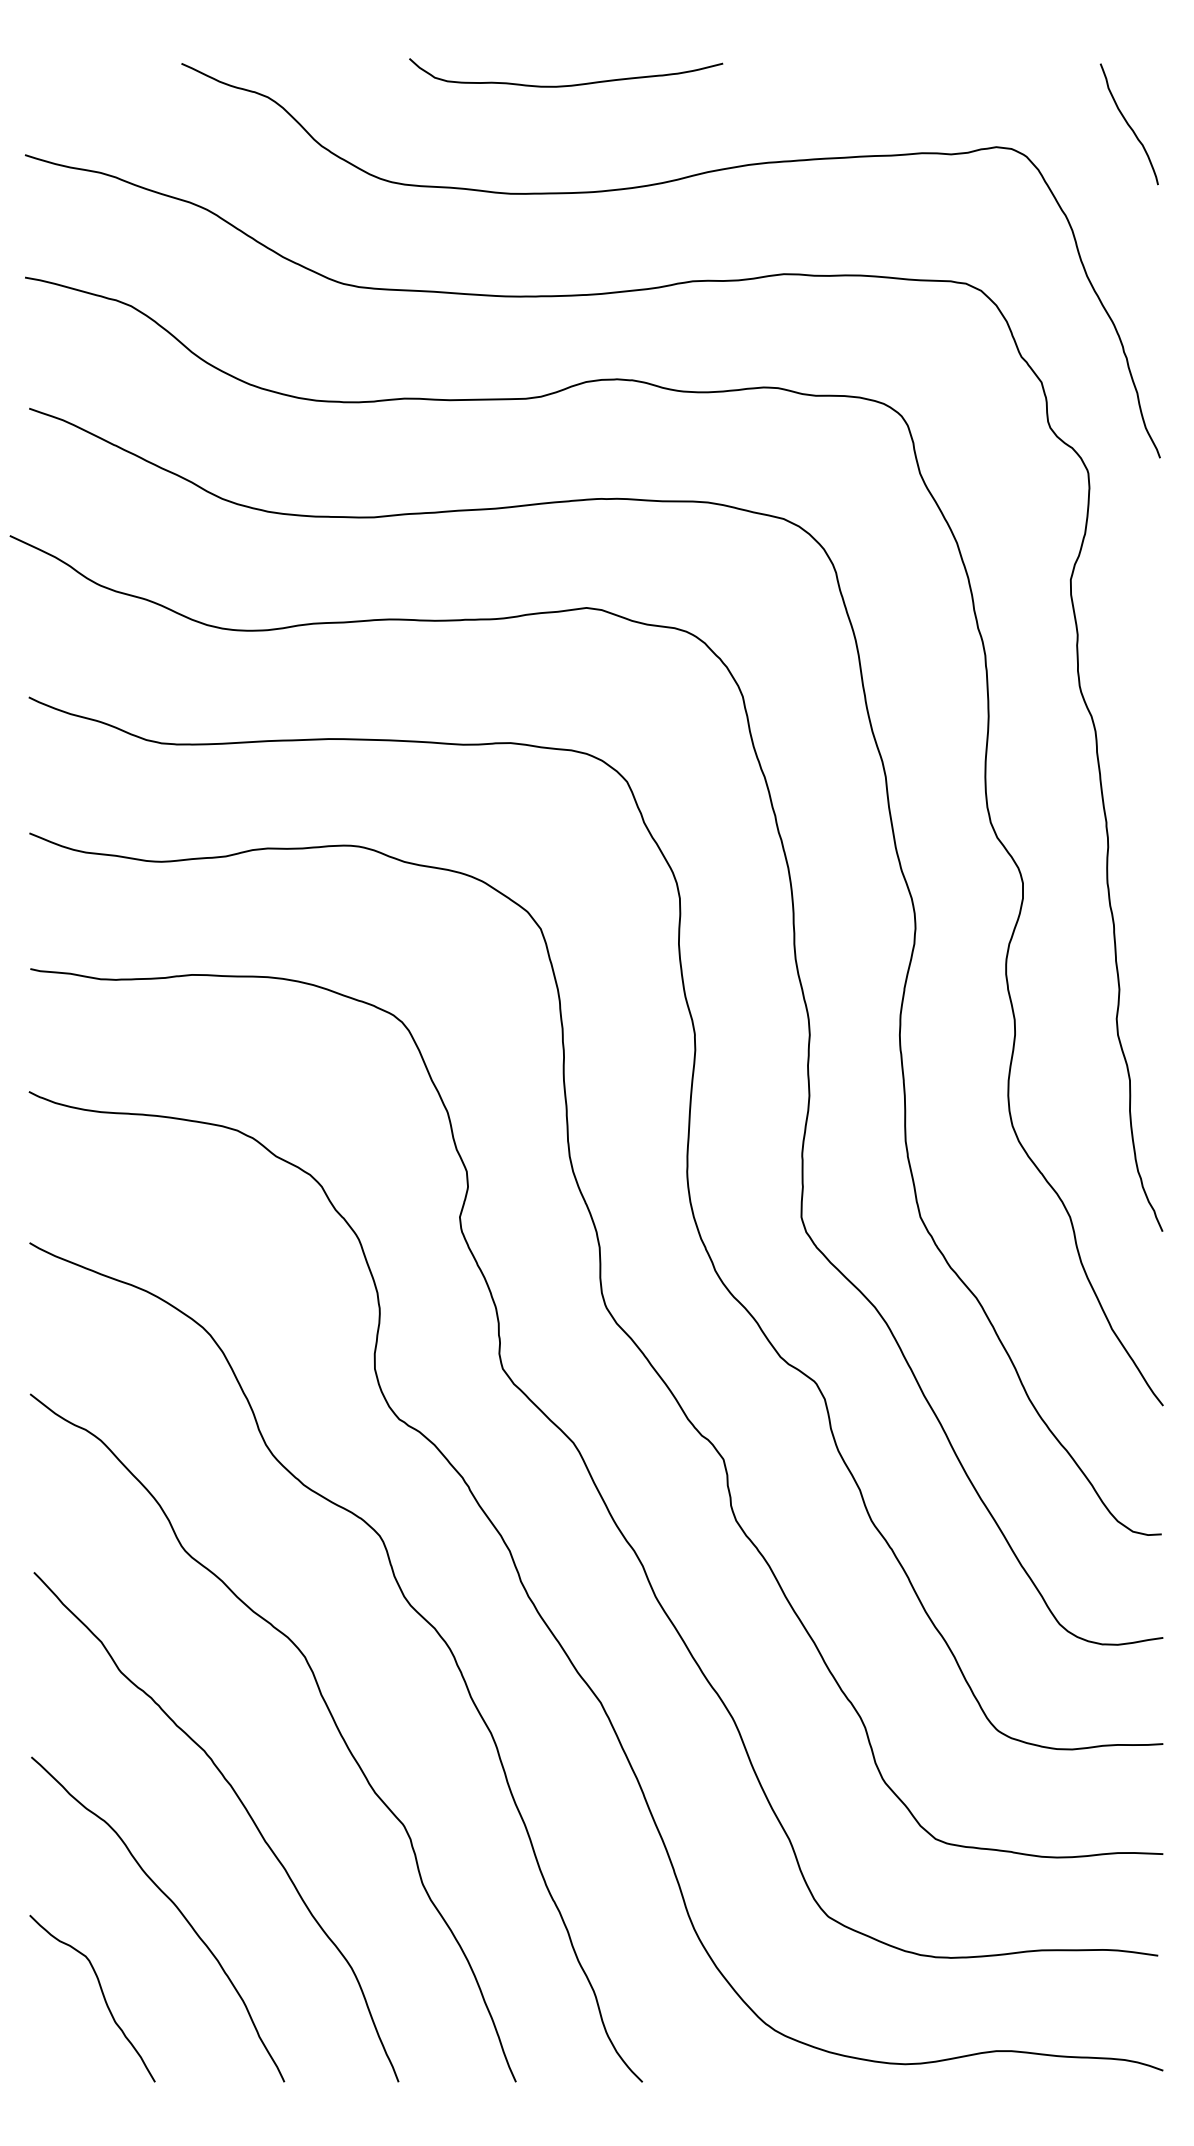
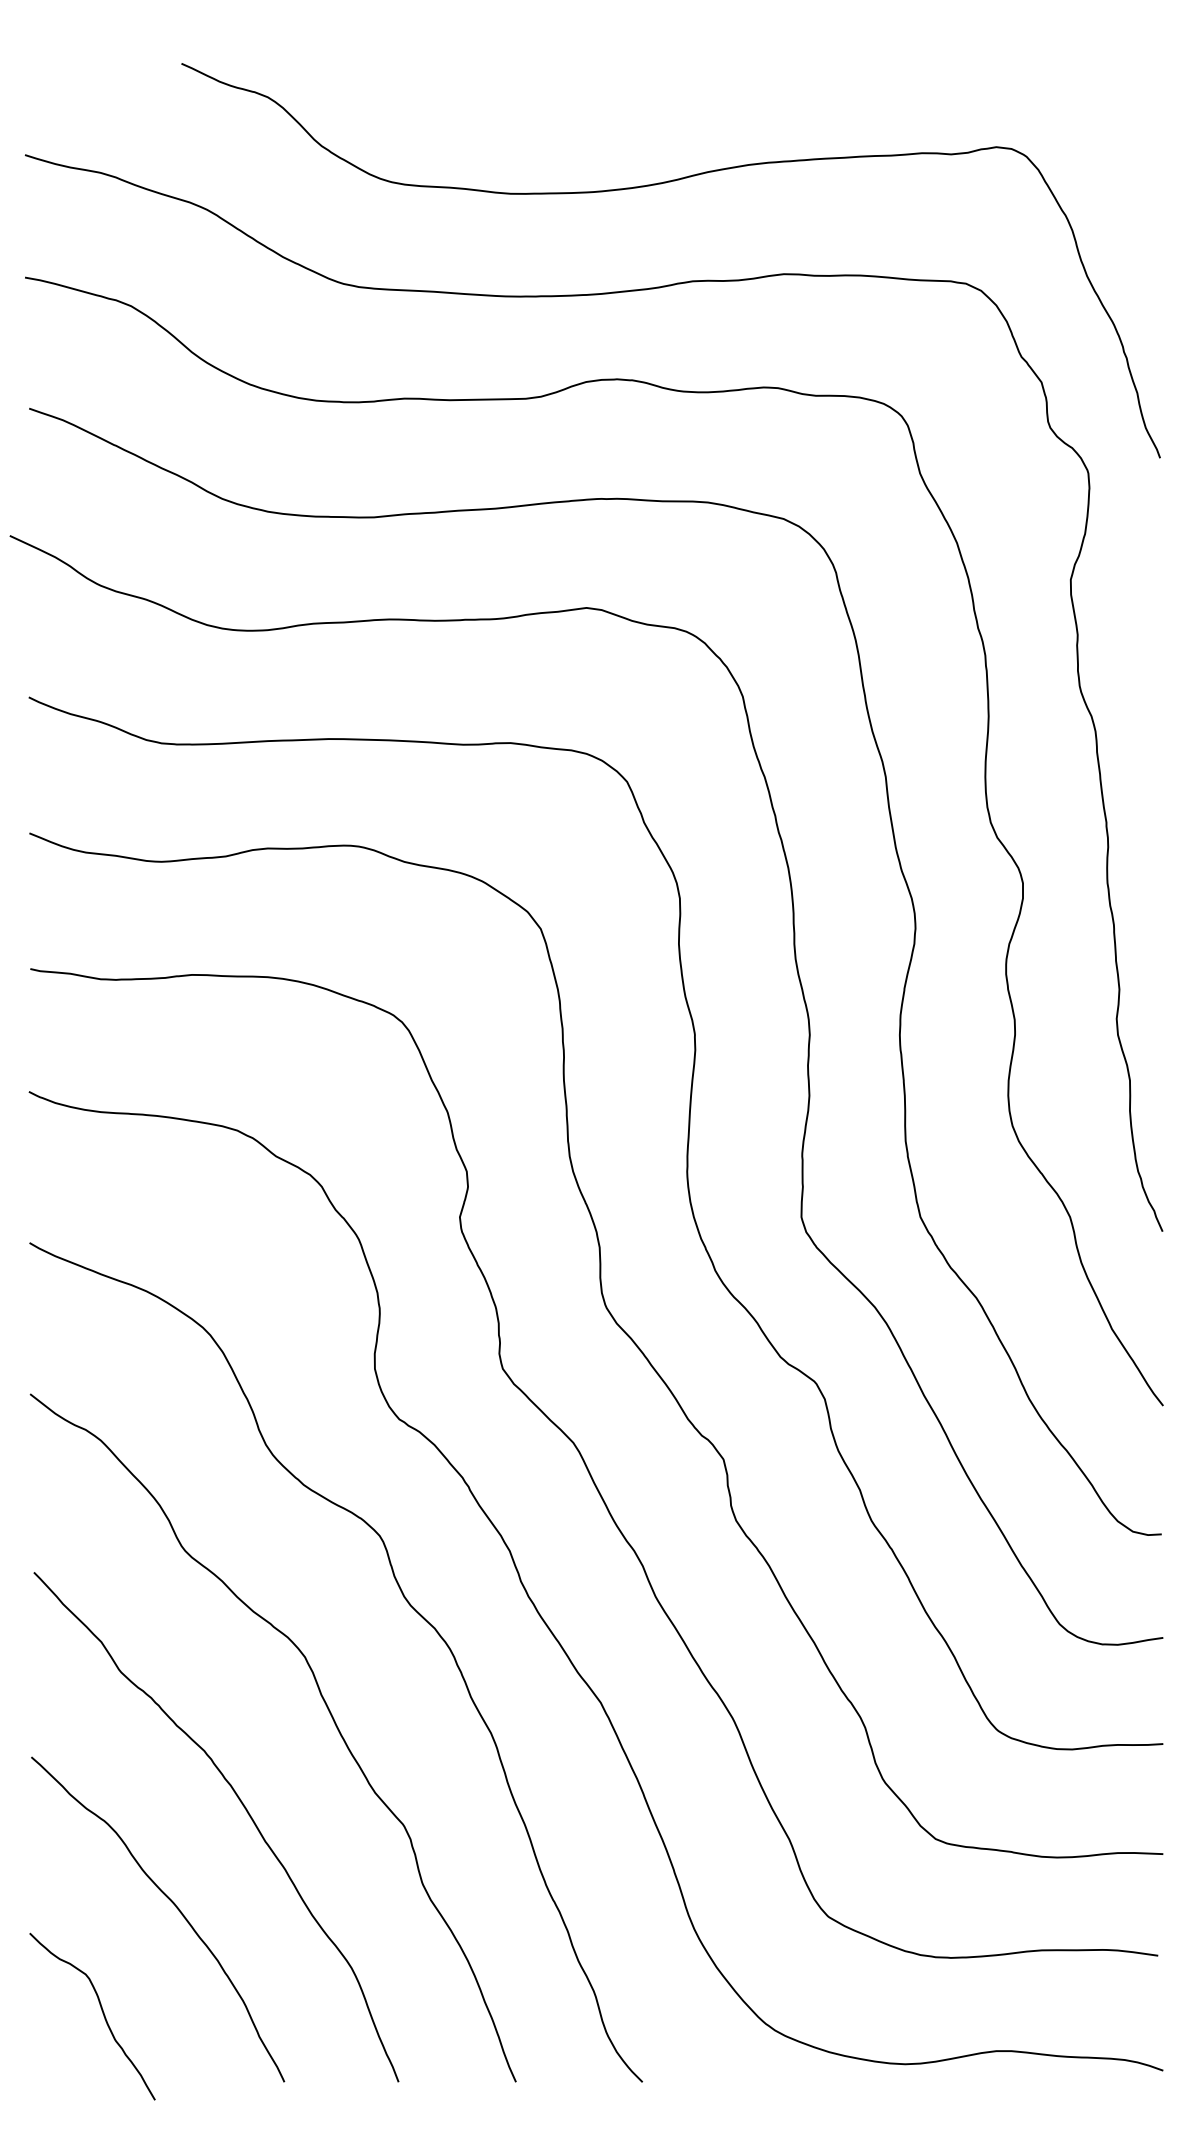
curve at (570, 84): present -> none
curve at (1128, 124): present -> none
curve at (102, 1995) position: (102, 1995) -> (102, 2013)
